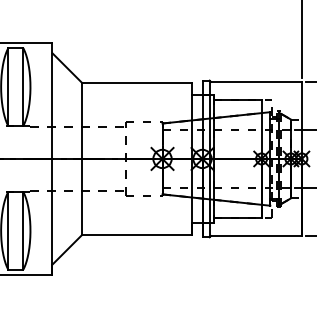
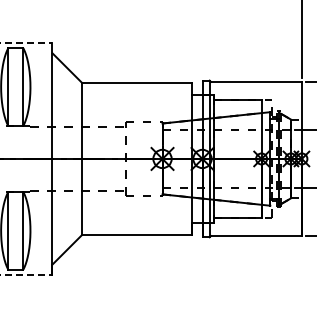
line at (26, 43): solid -> dashed
line at (26, 274): solid -> dashed
